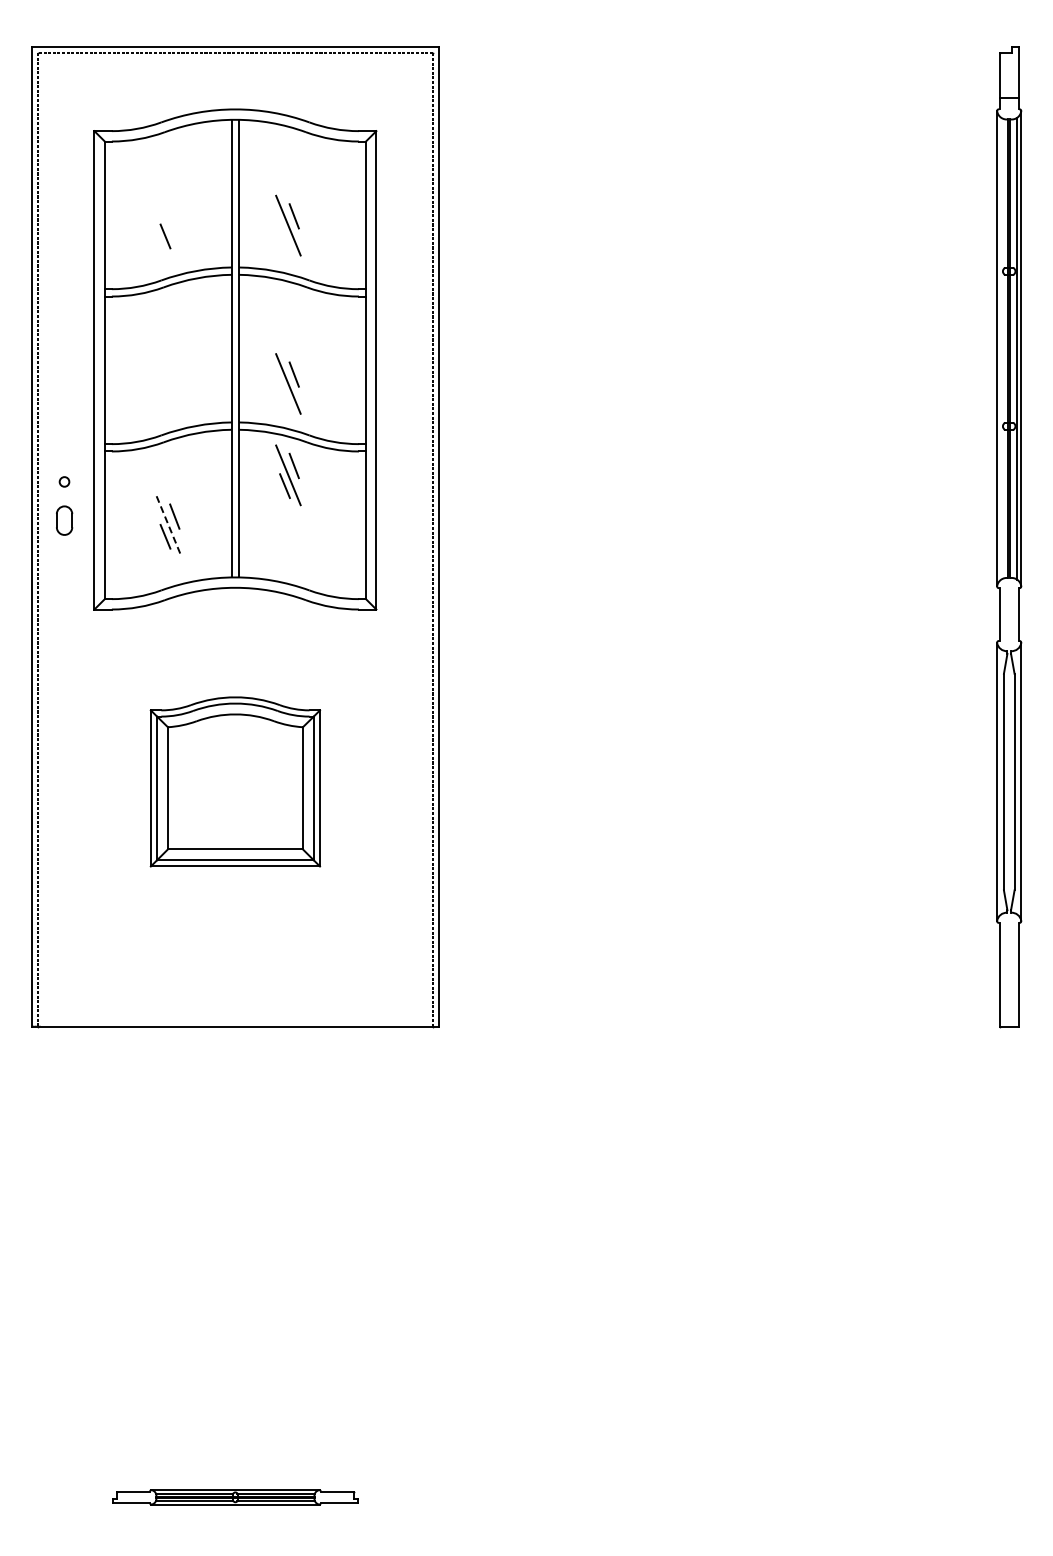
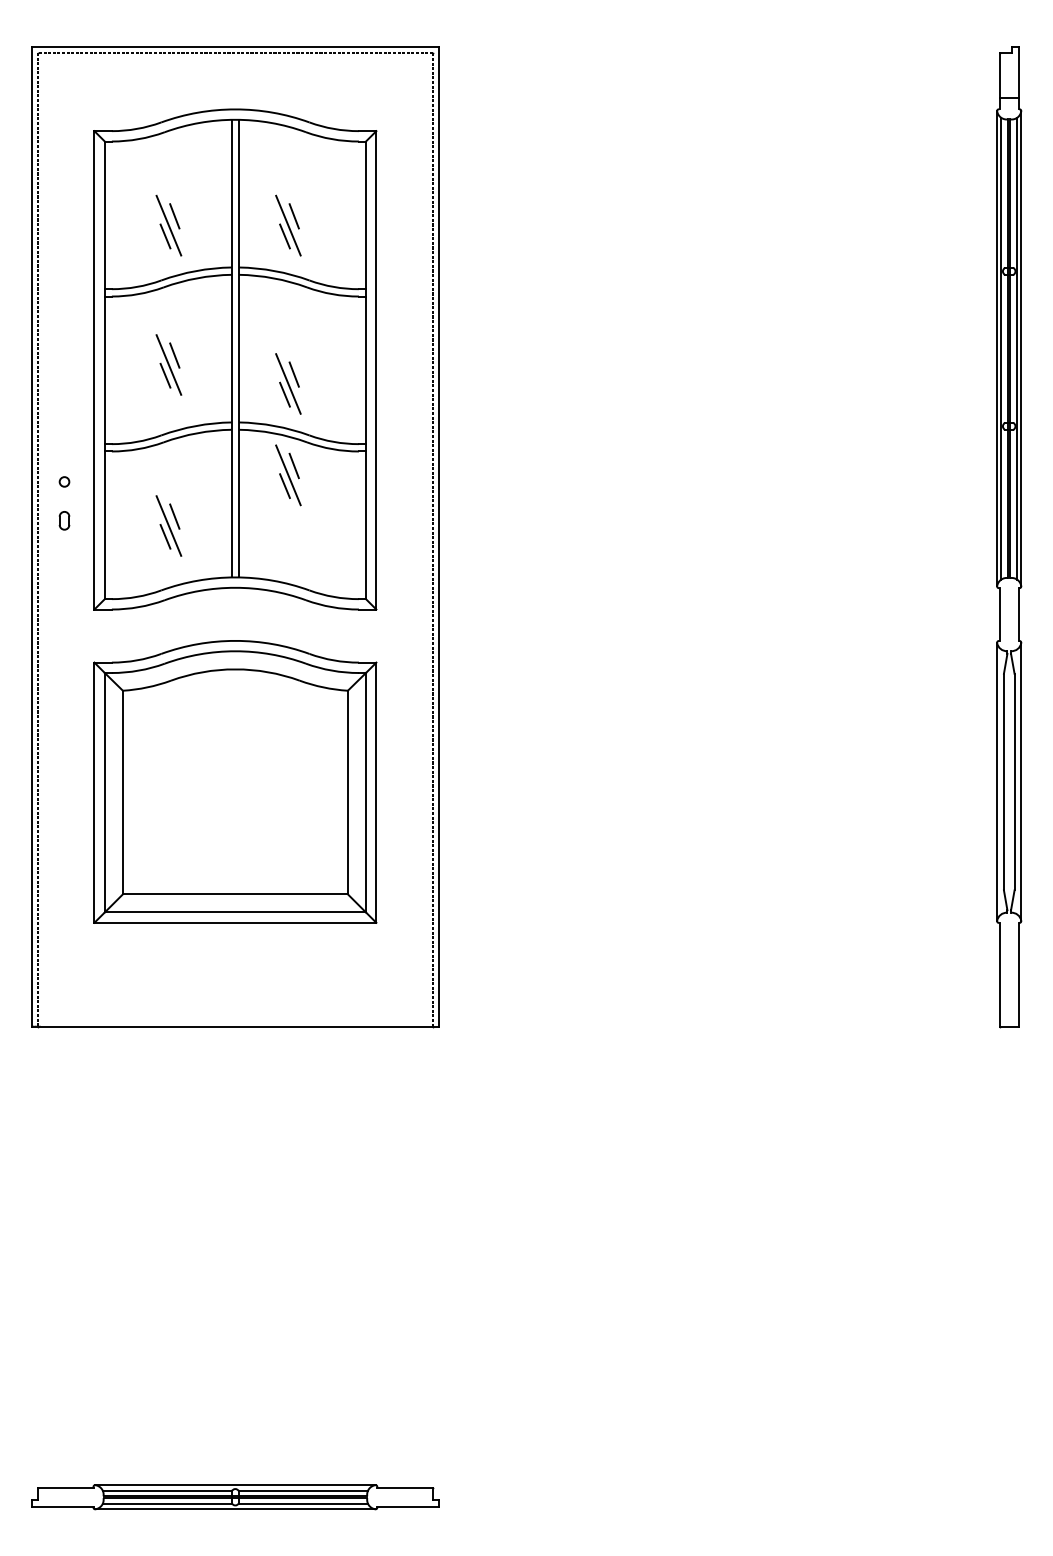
line at (174, 216): none -> present
line at (168, 225): none -> present
line at (284, 236): none -> present
line at (1001, 348): none -> present
part at (168, 364): none -> present
line at (284, 394): none -> present
part at (64, 520) size: 18x31 px -> 13x20 px
line at (169, 526): dashed -> solid
part at (235, 781) size: 173x172 px -> 285x284 px
part at (235, 1497) size: 247x17 px -> 409x27 px
